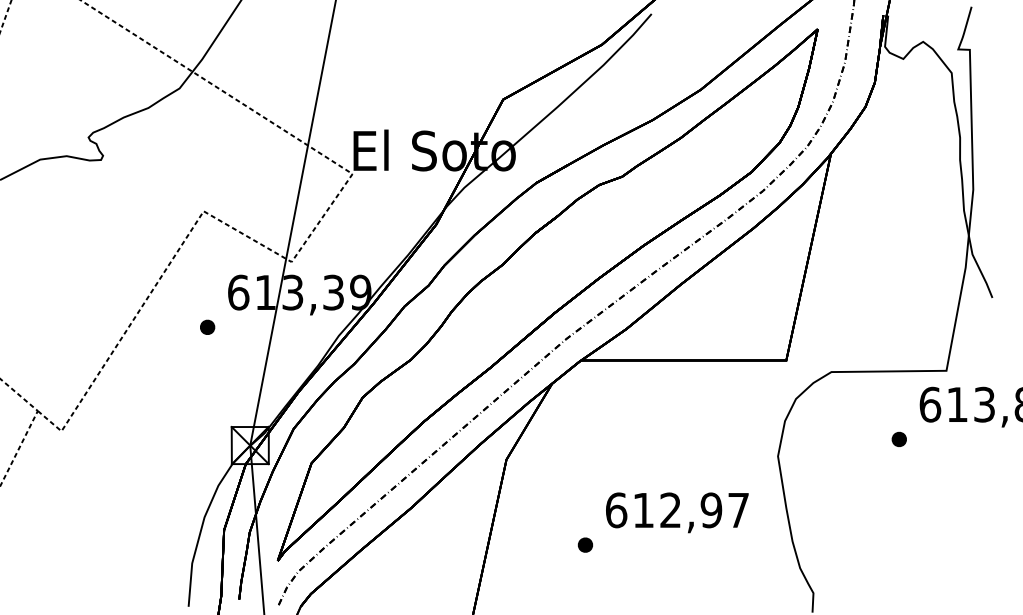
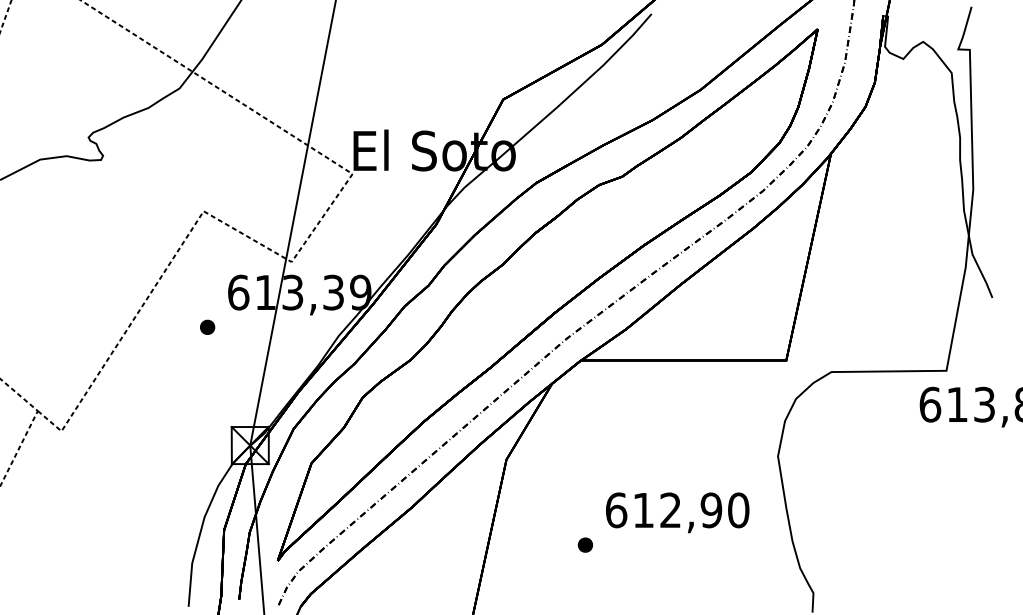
part at (898, 438): present -> none
text at (738, 510): 612,97 -> 612,90
